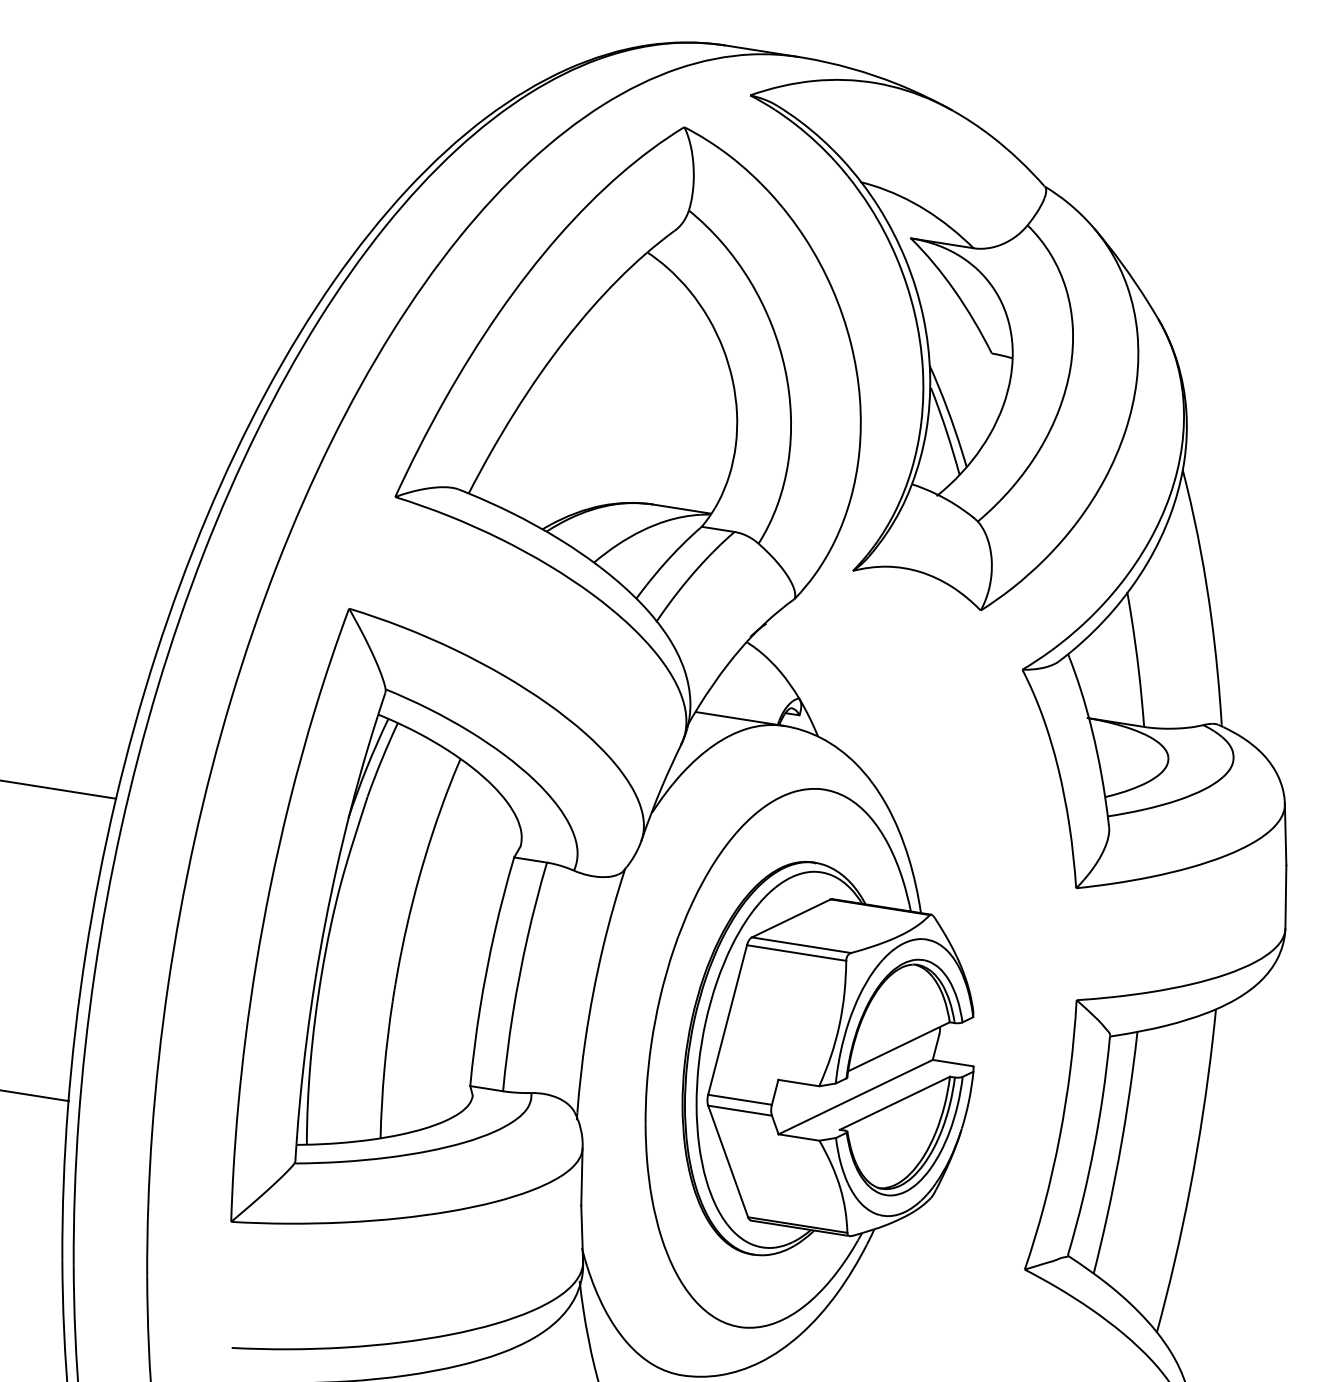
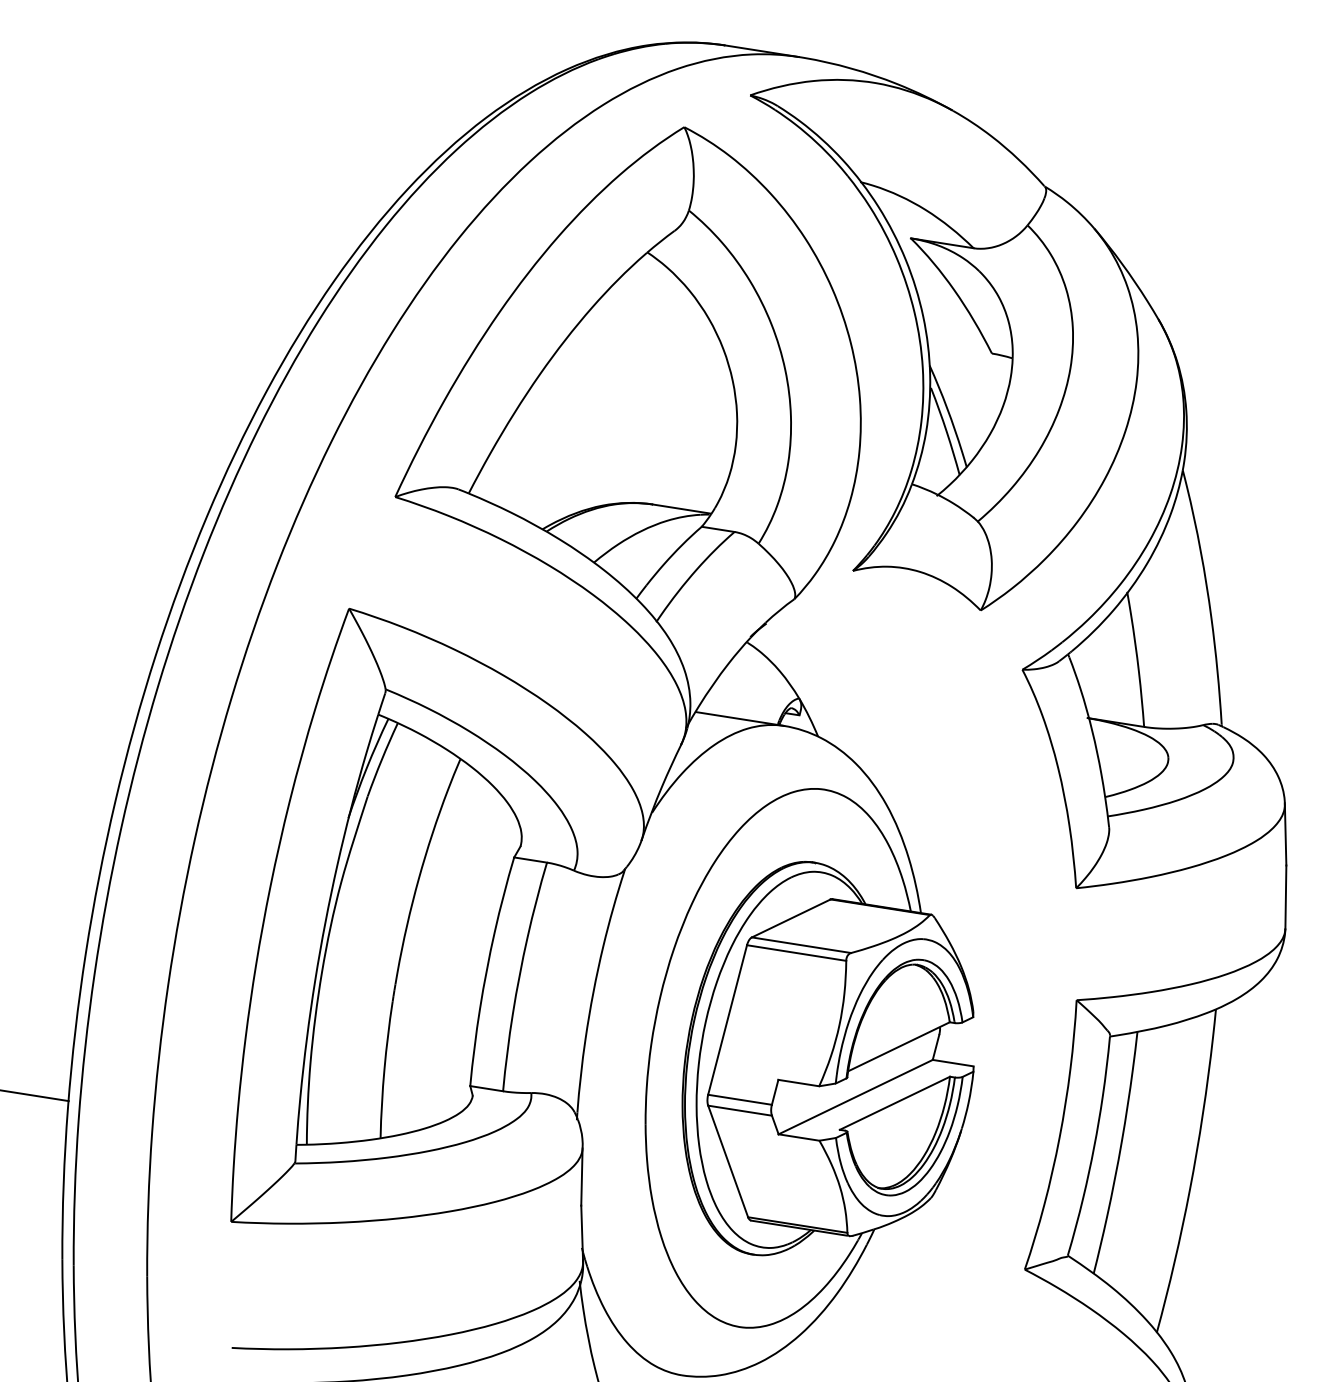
line at (59, 789): present -> none
